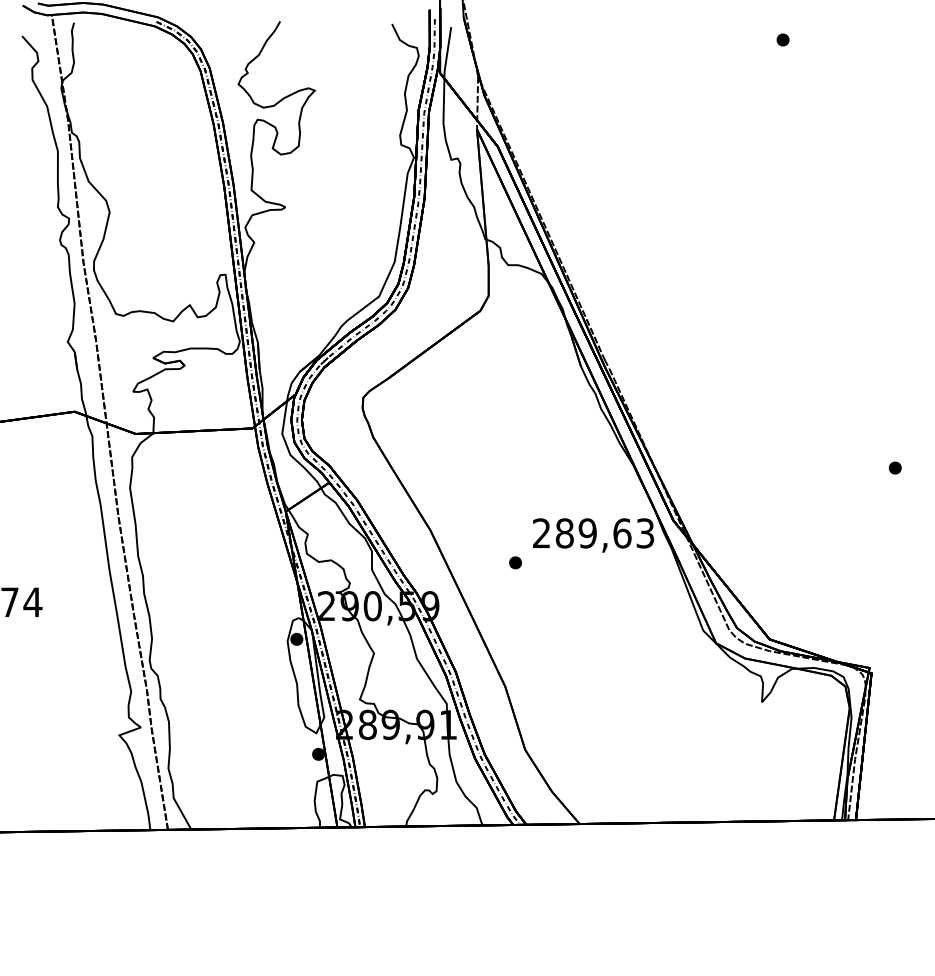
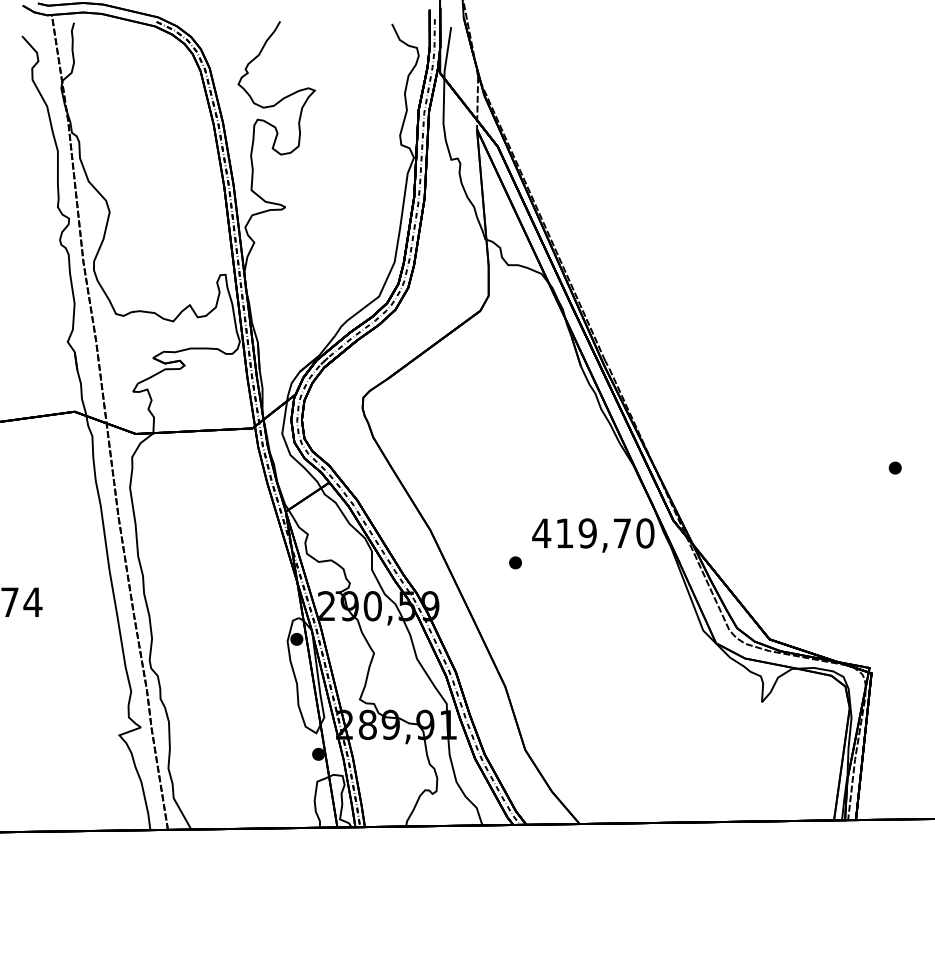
part at (782, 39): present -> none
text at (593, 533): 289,63 -> 419,70
